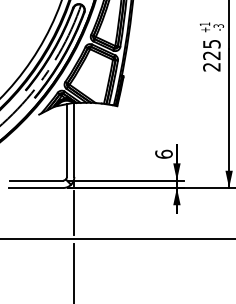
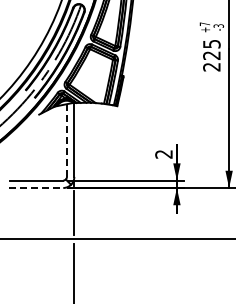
text at (204, 23): +1 -> +7
line at (66, 140): solid -> dashed
text at (163, 153): 6 -> 2
line at (36, 188): solid -> dashed
